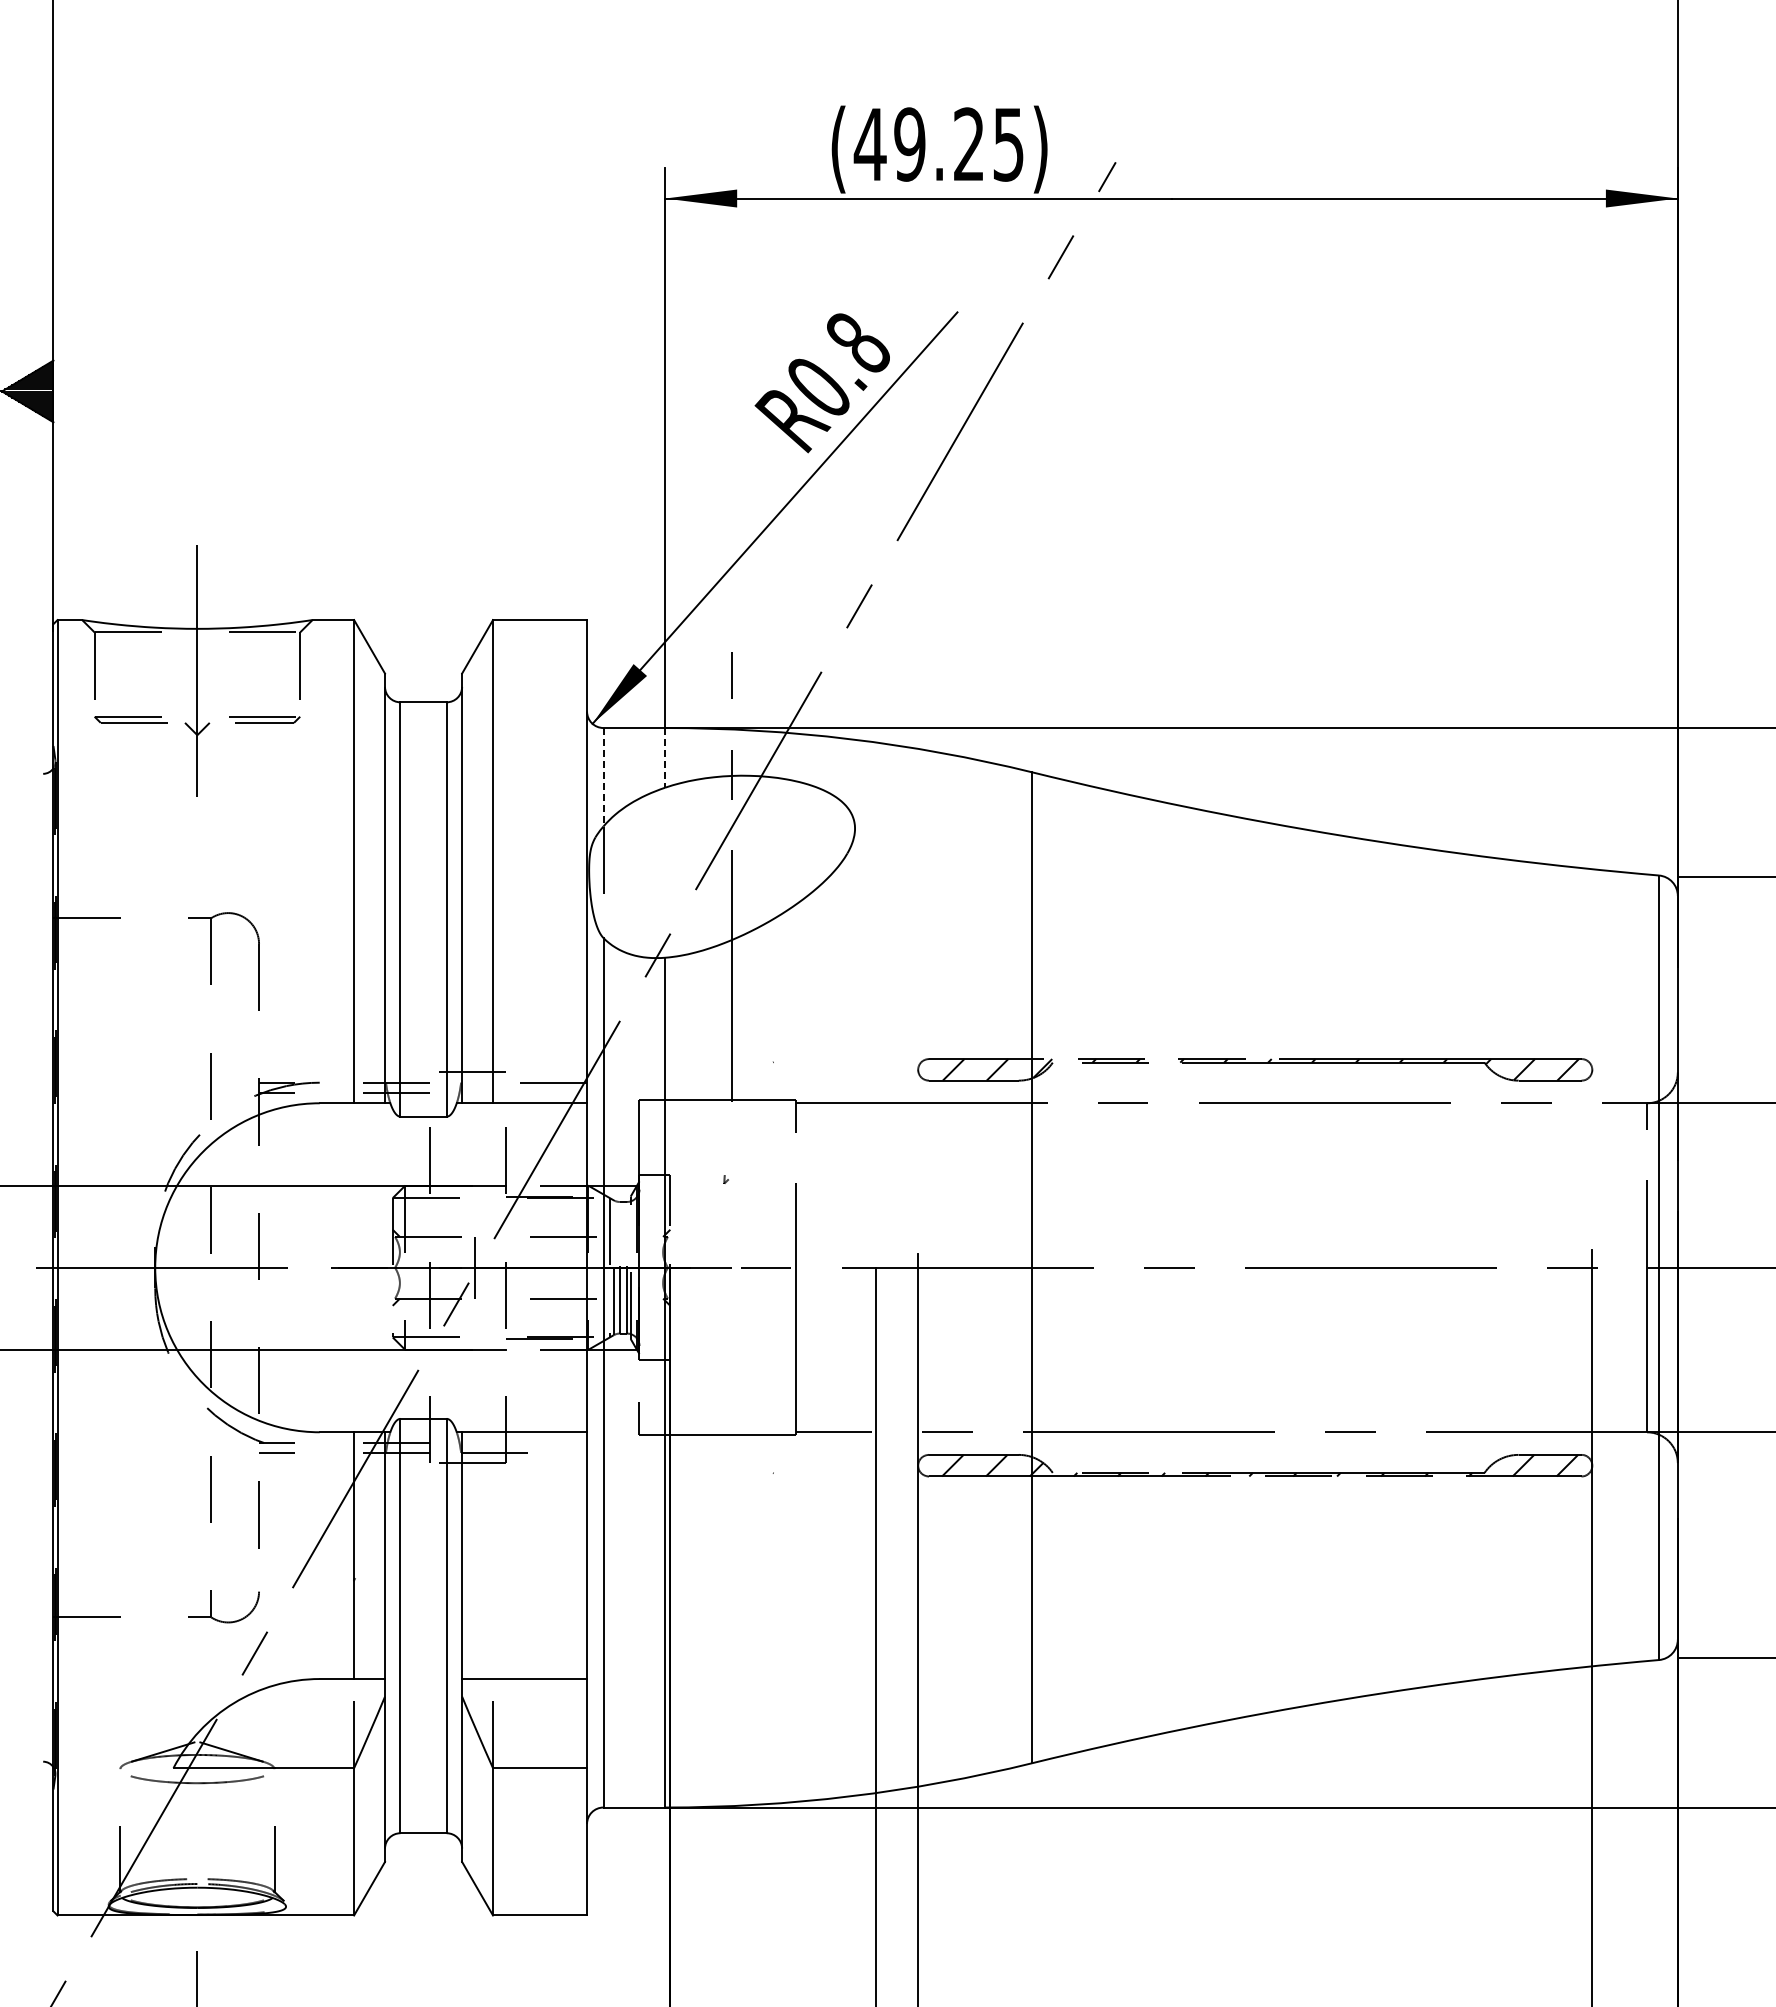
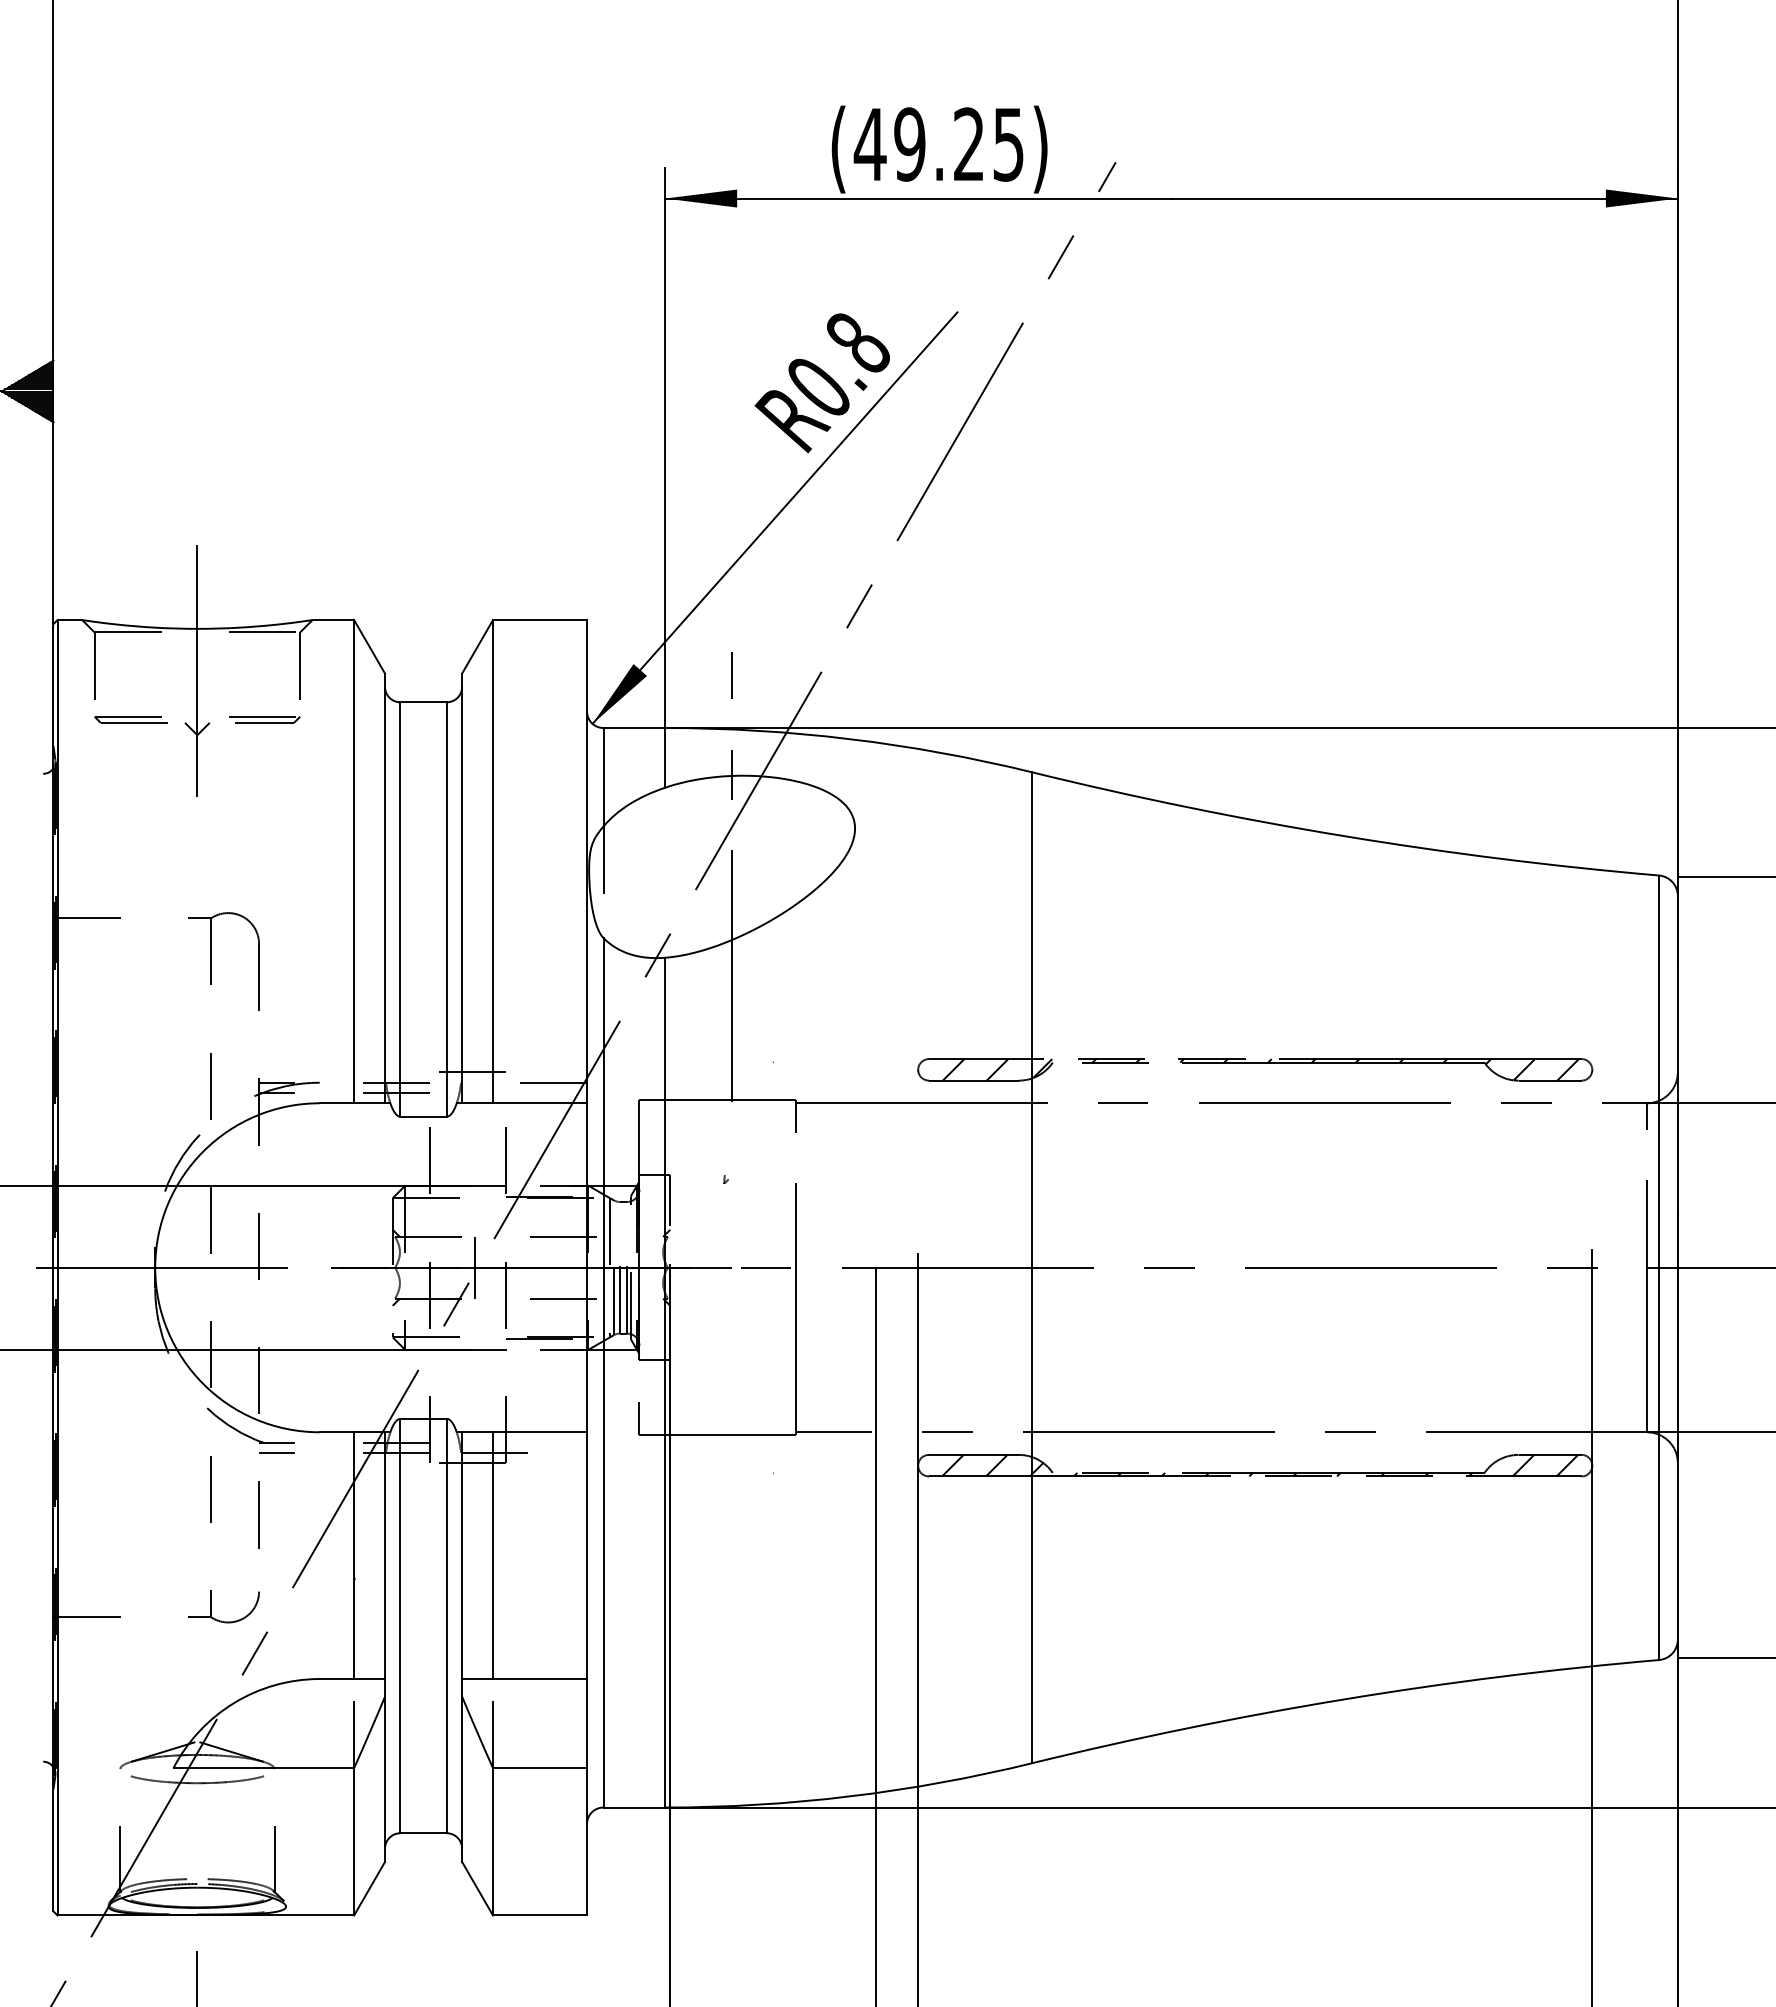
line at (665, 757): dashed -> solid
line at (603, 777): dashed -> solid
line at (493, 1555): none -> present
